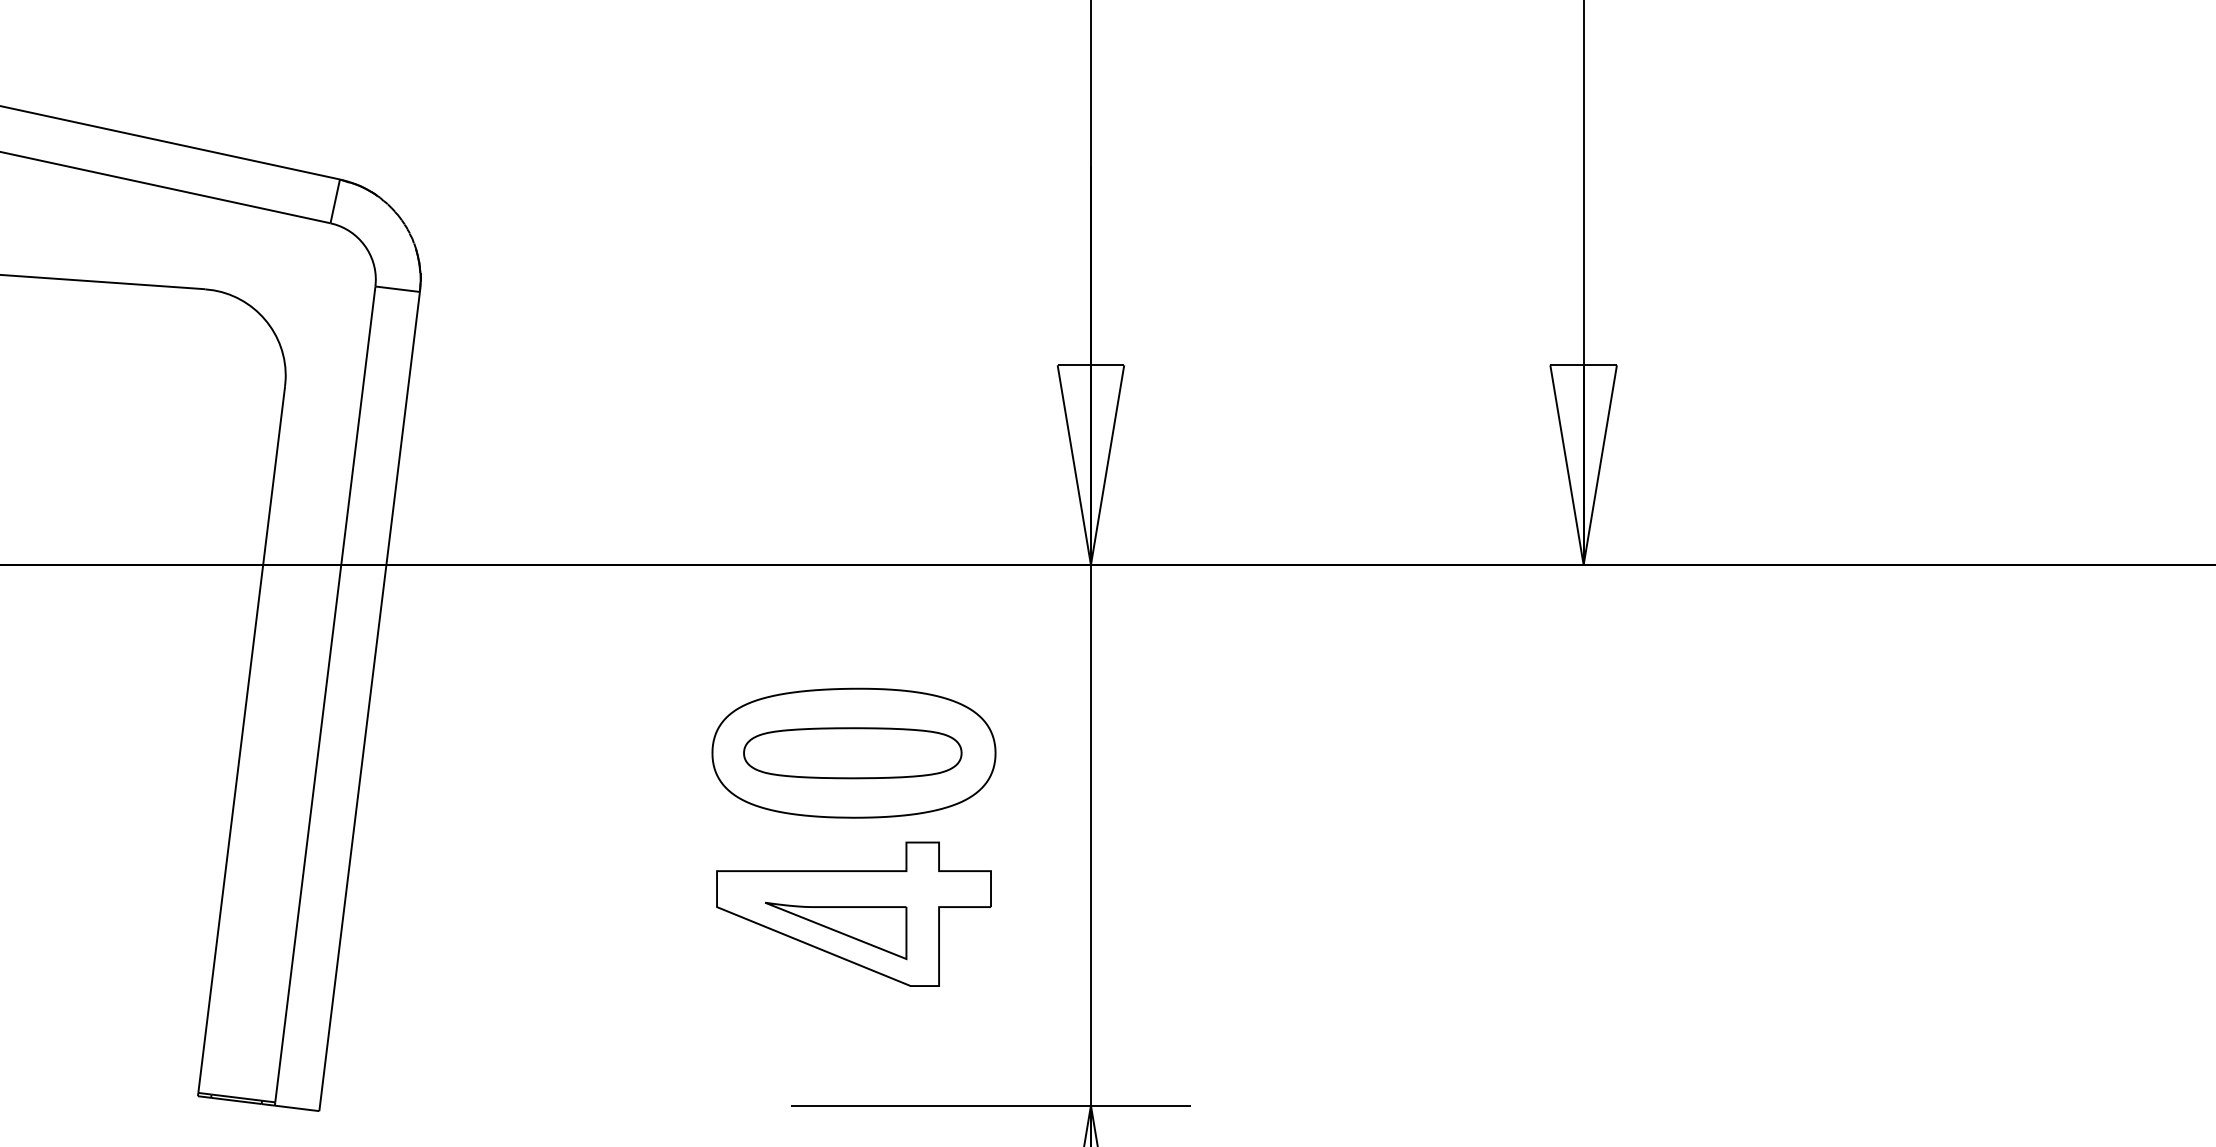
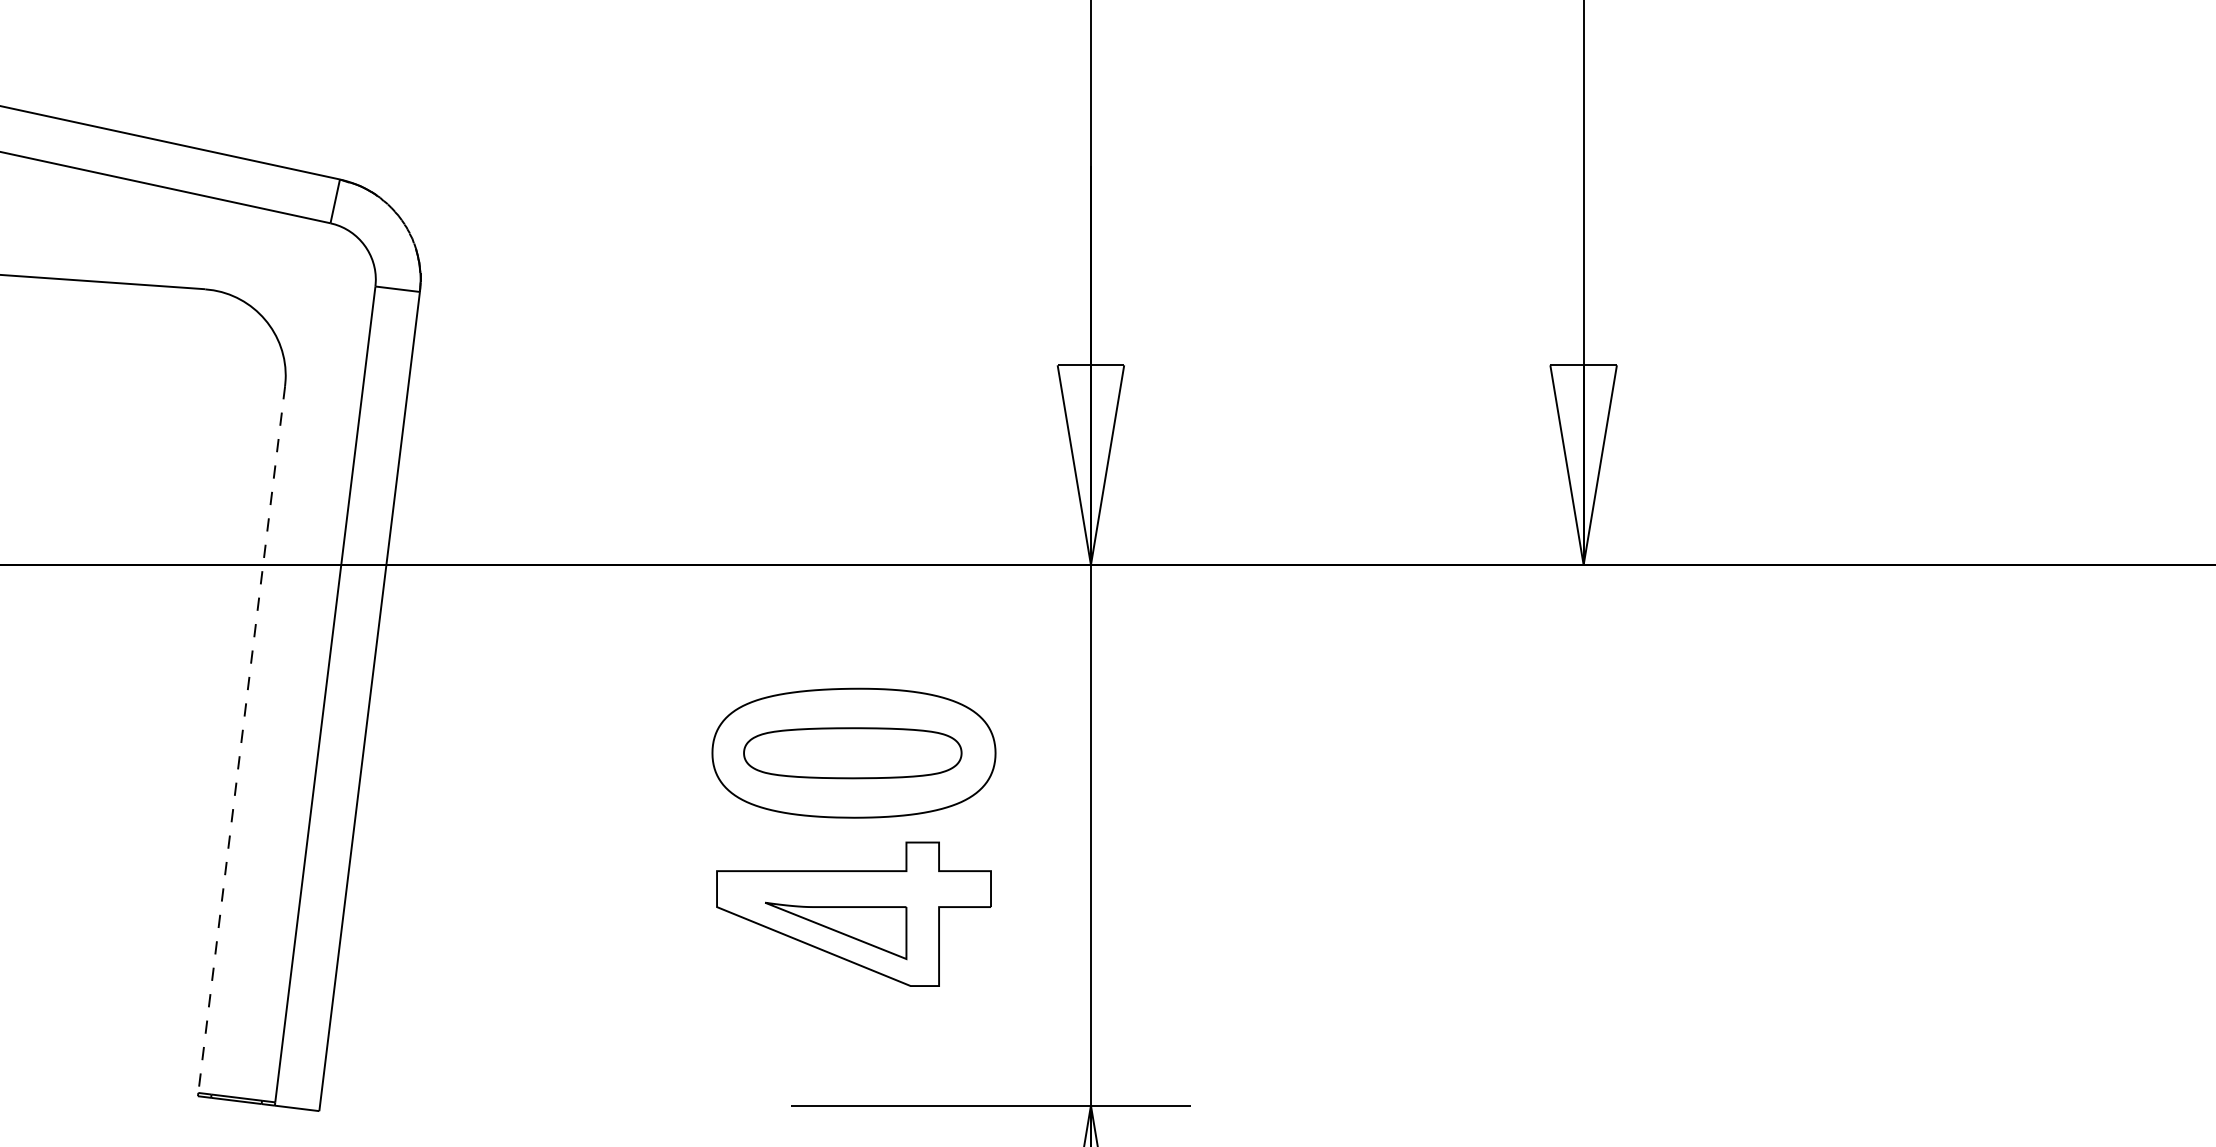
line at (241, 740): solid -> dashed
